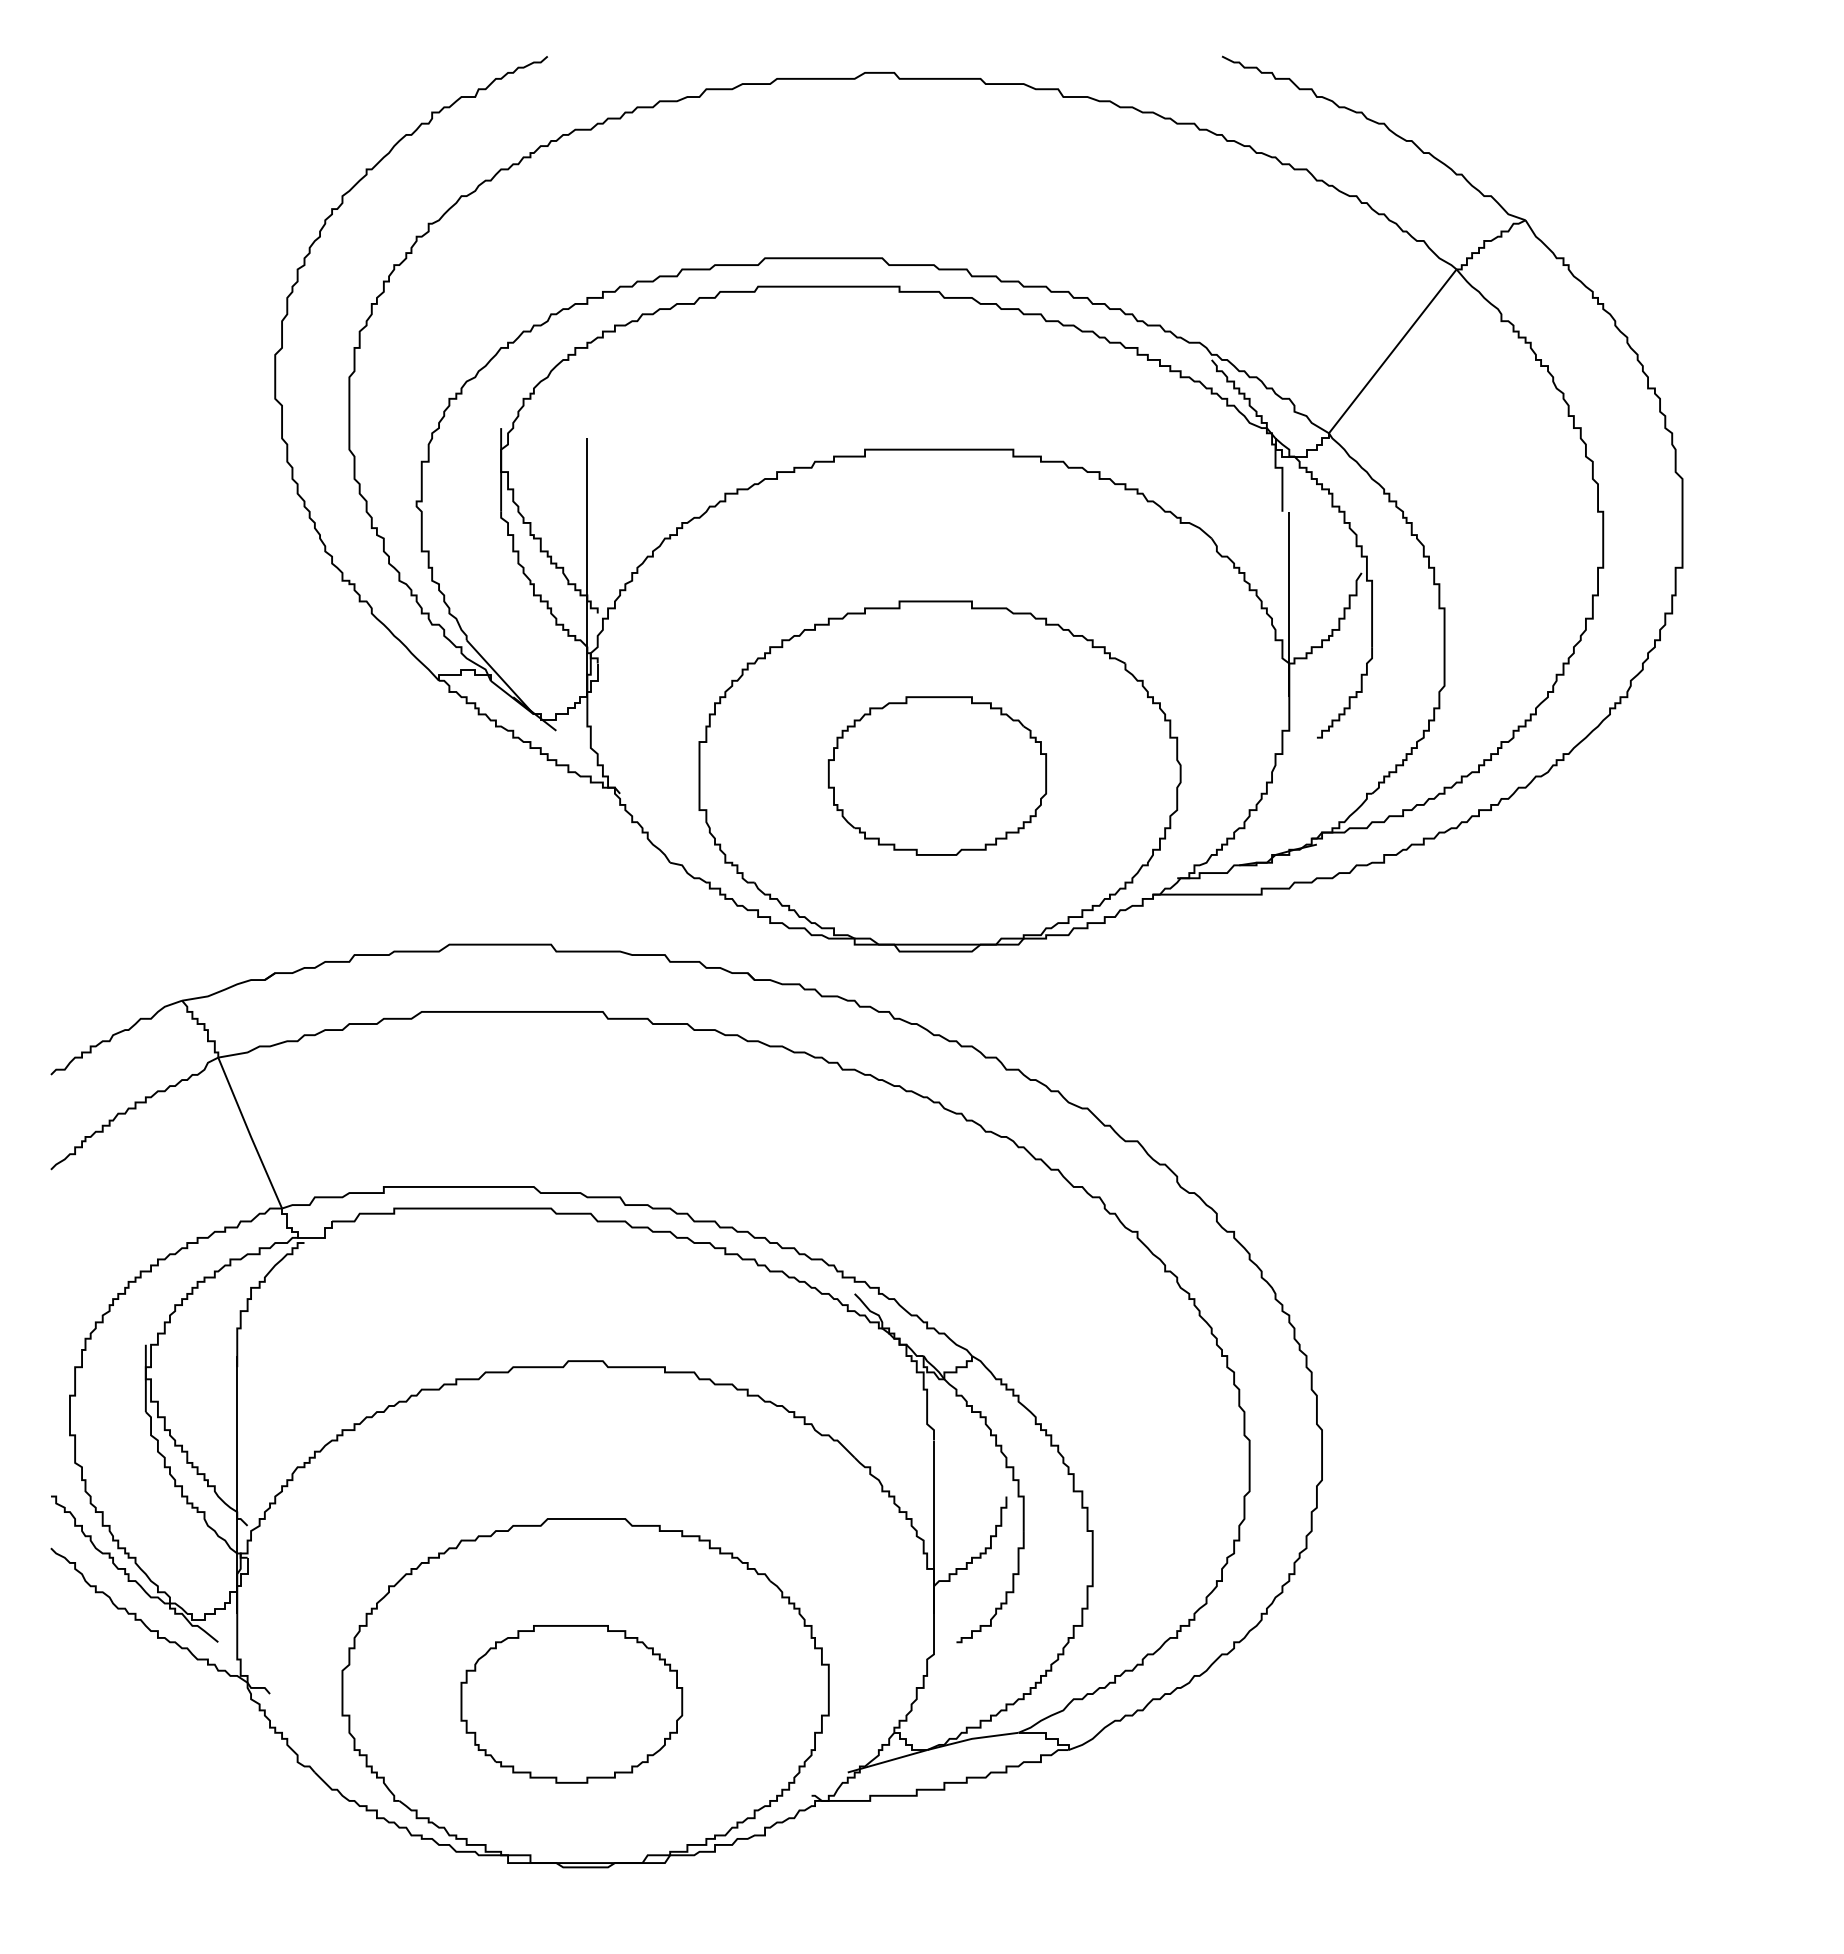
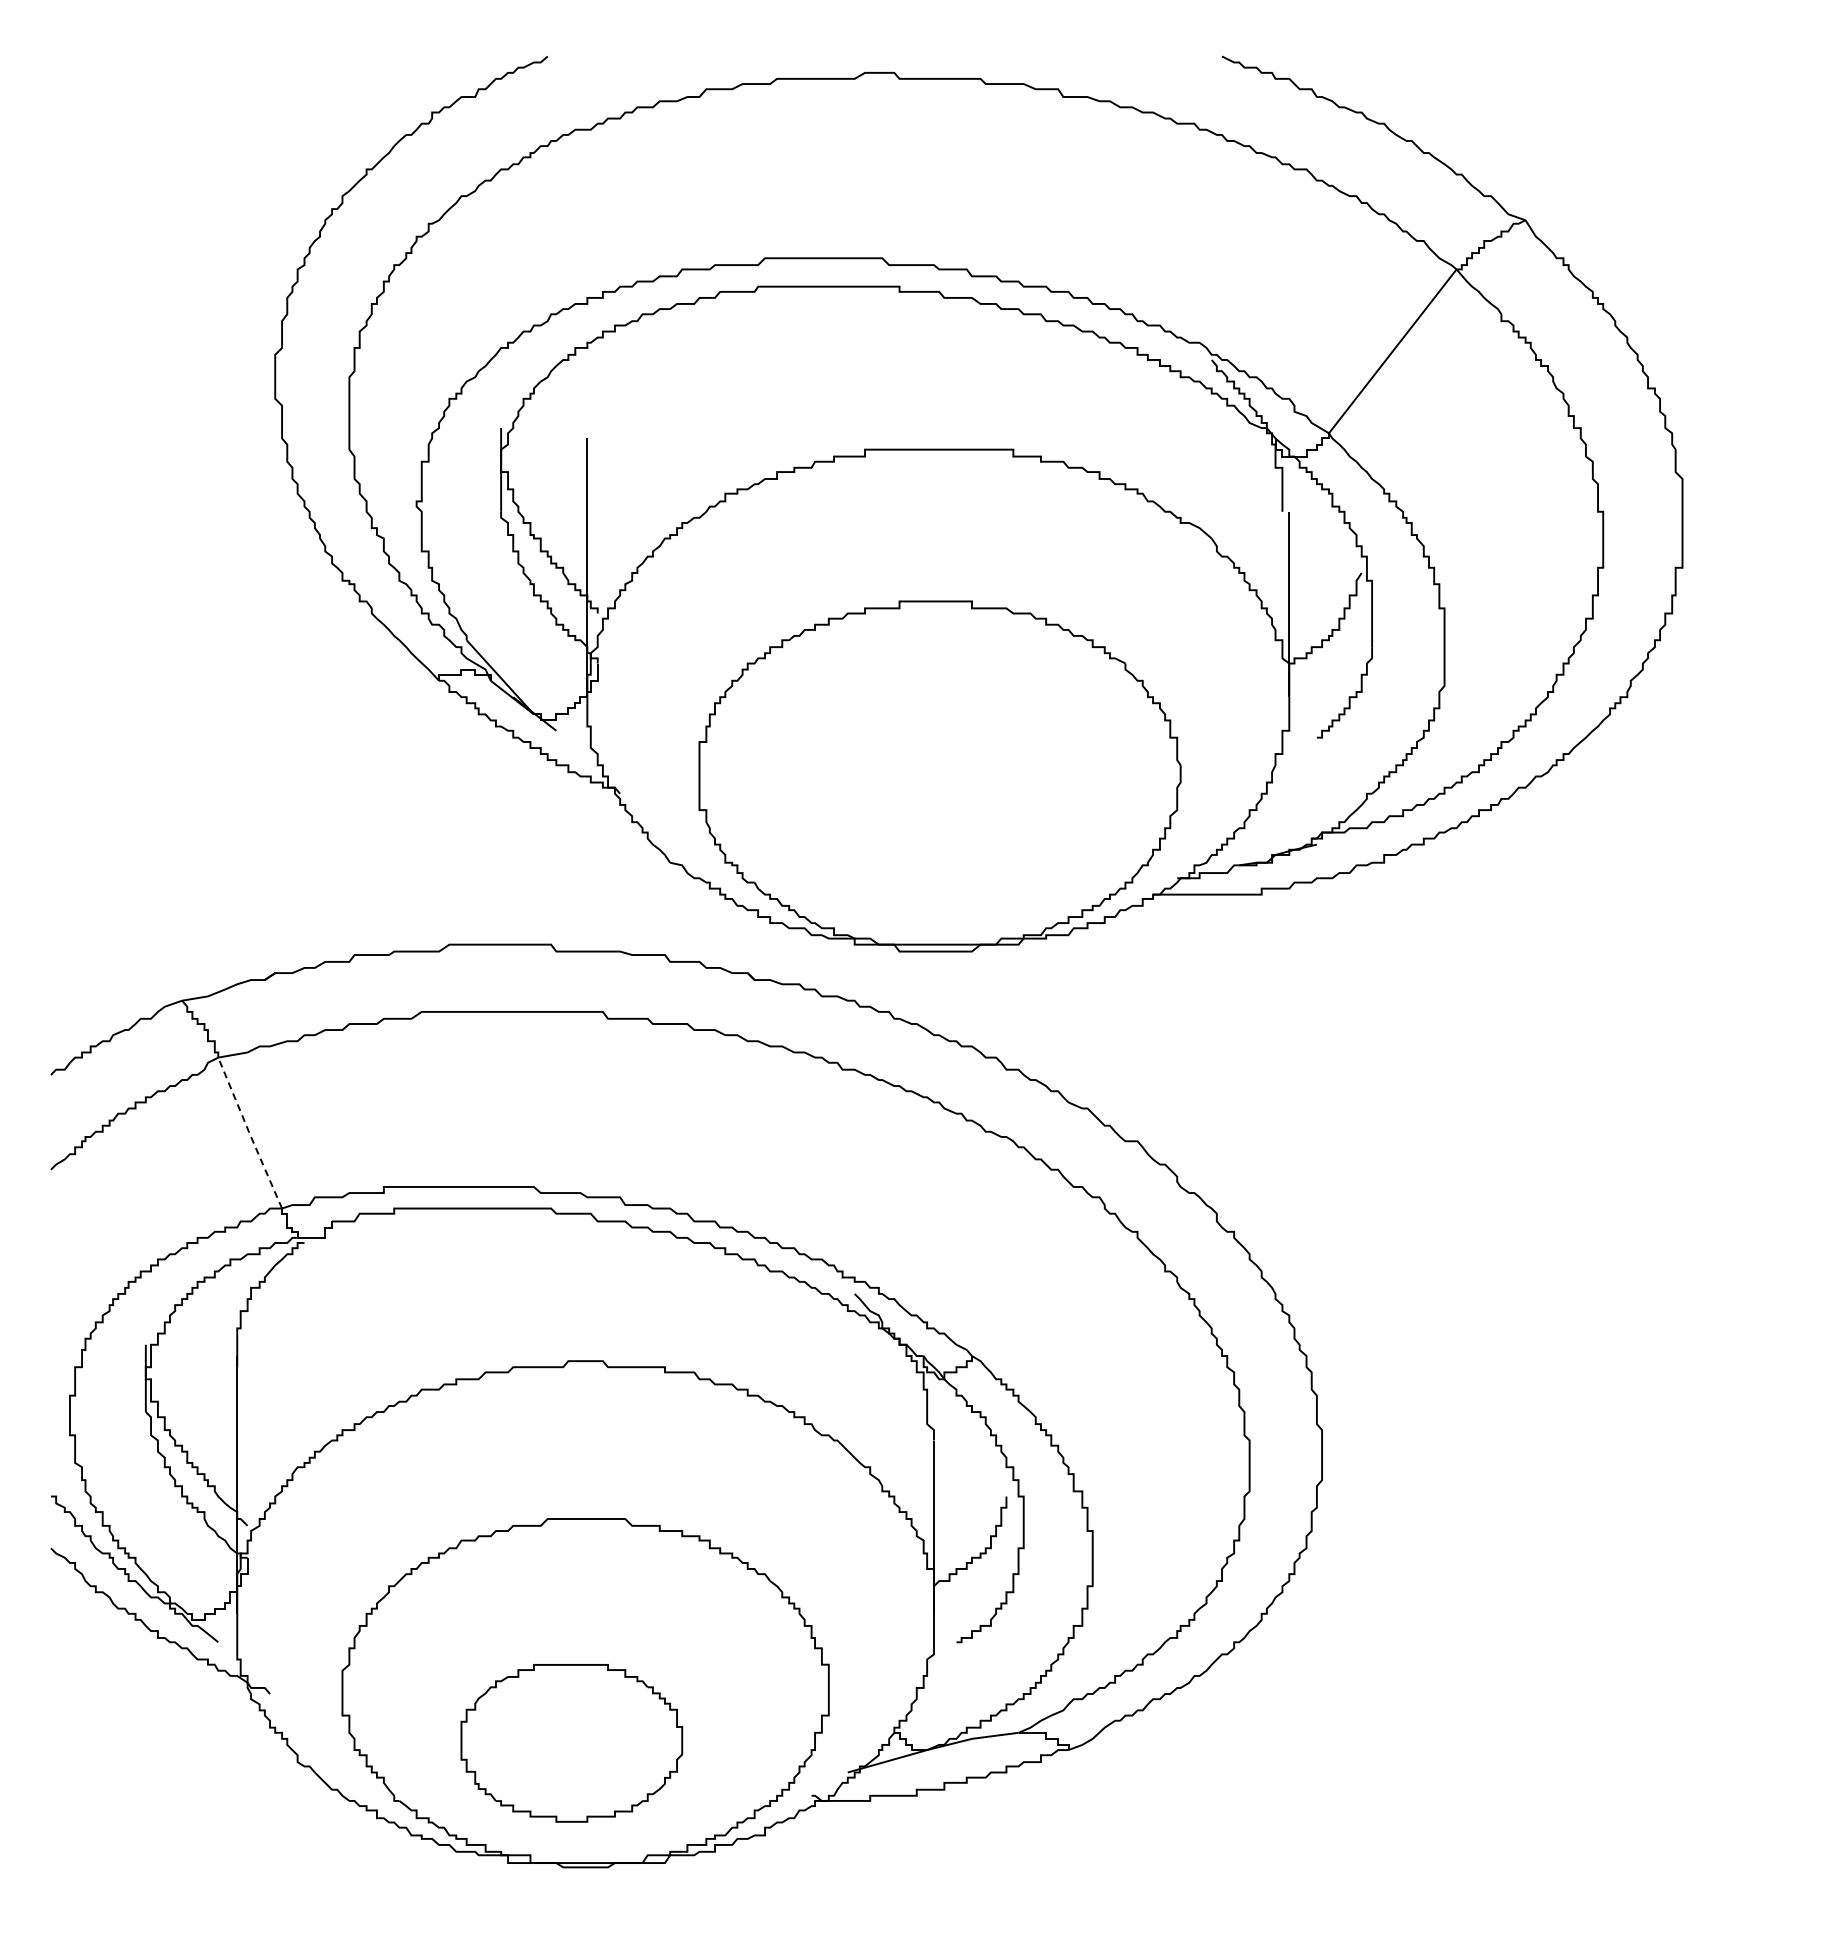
part at (936, 775): present -> none
line at (249, 1134): solid -> dashed
part at (571, 1704) position: (571, 1704) -> (571, 1743)
